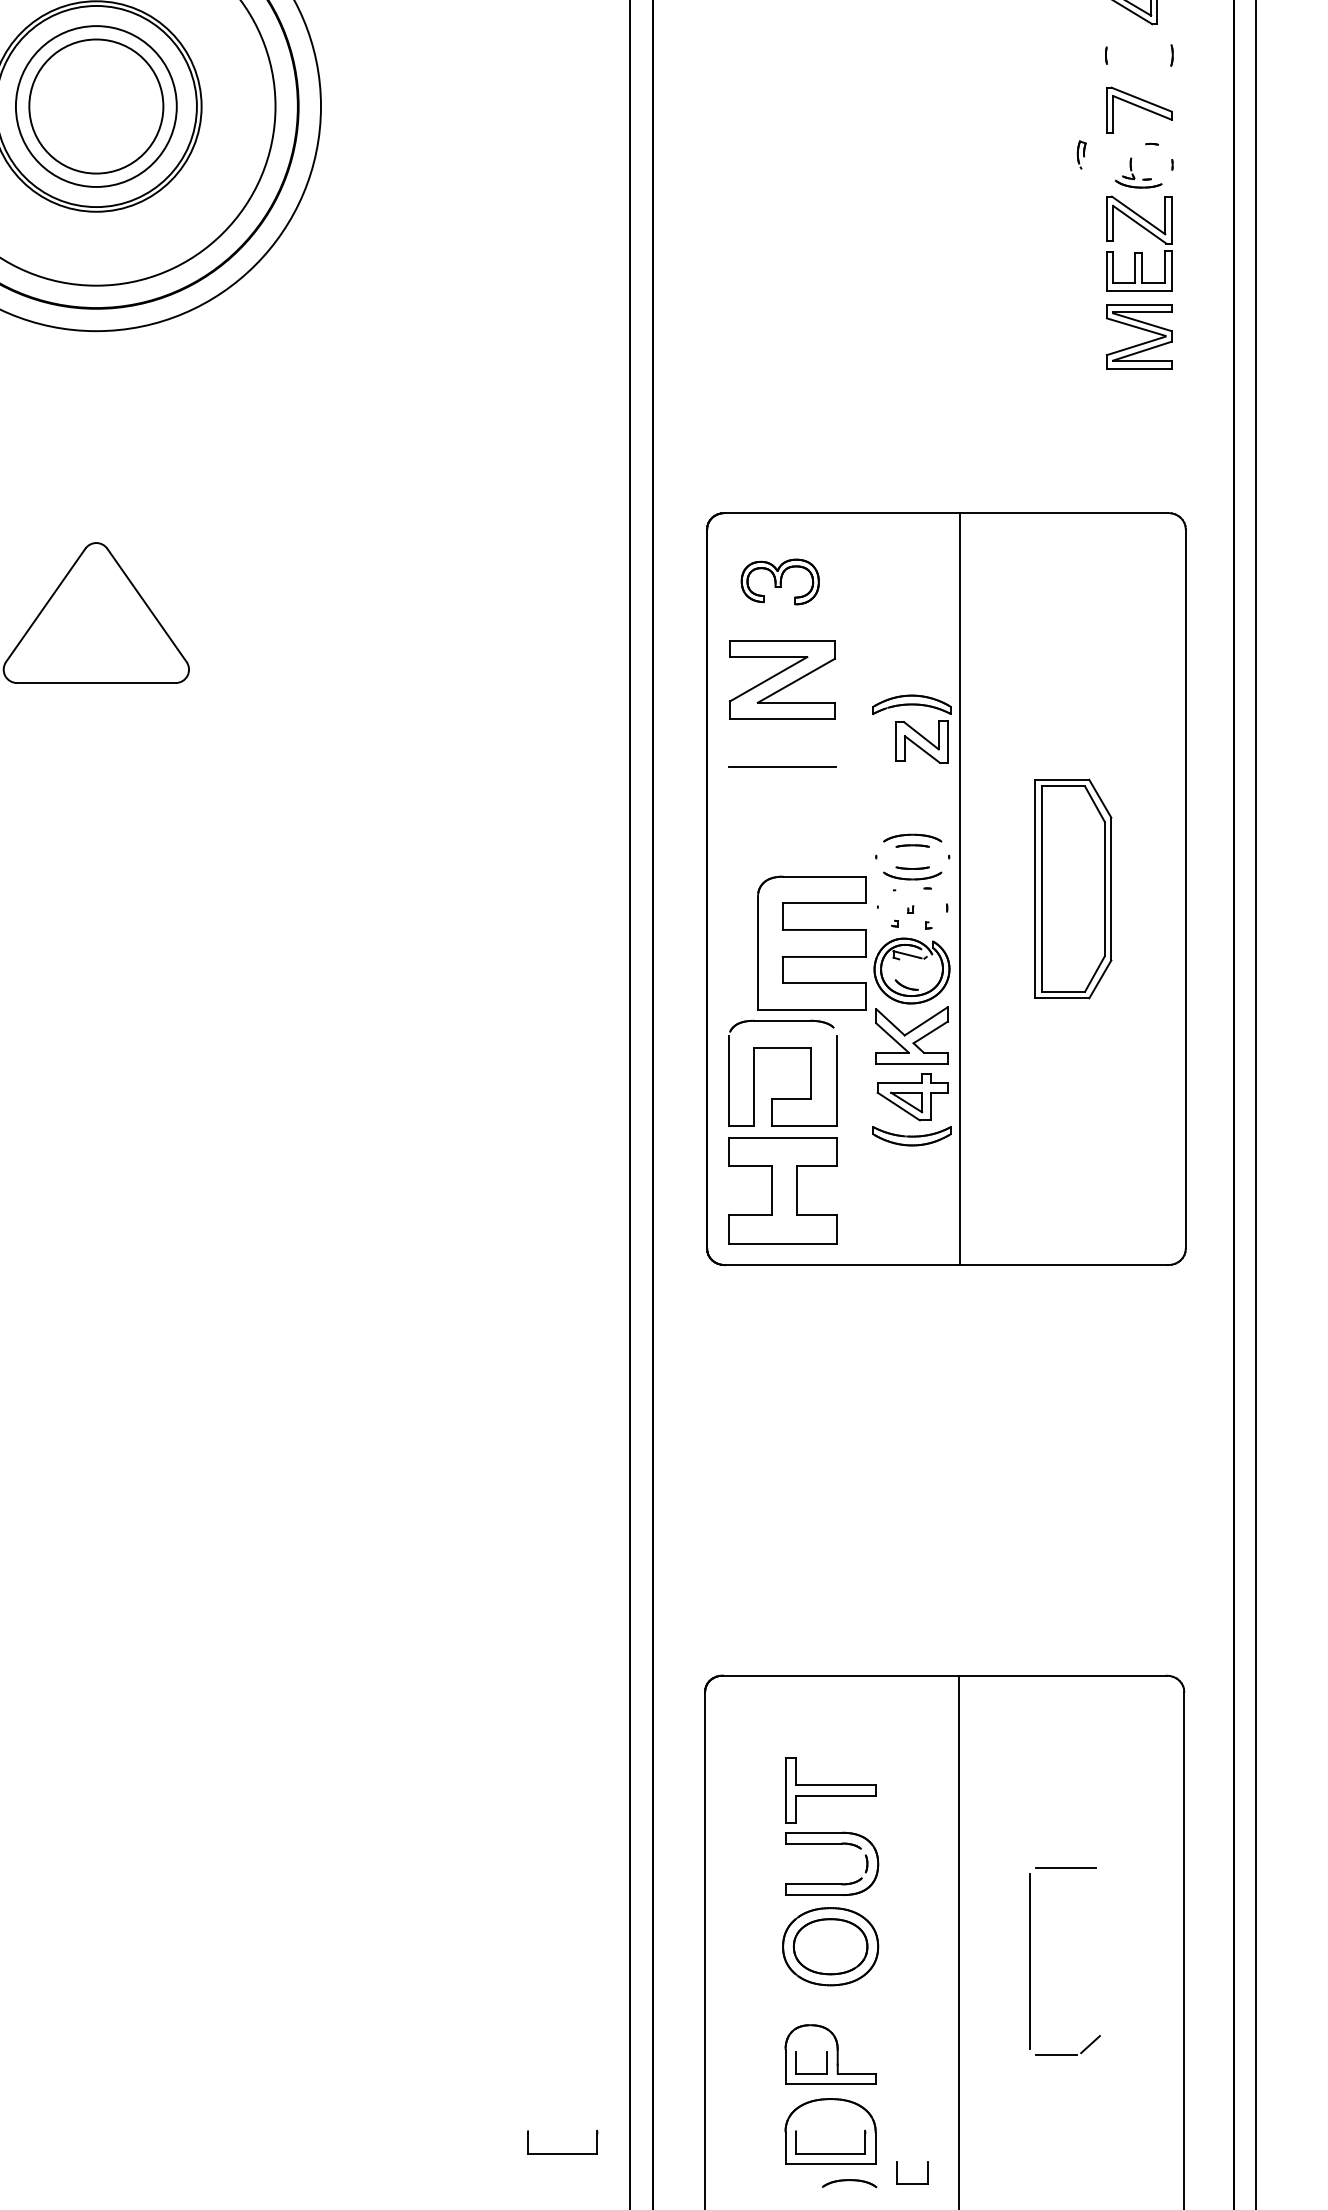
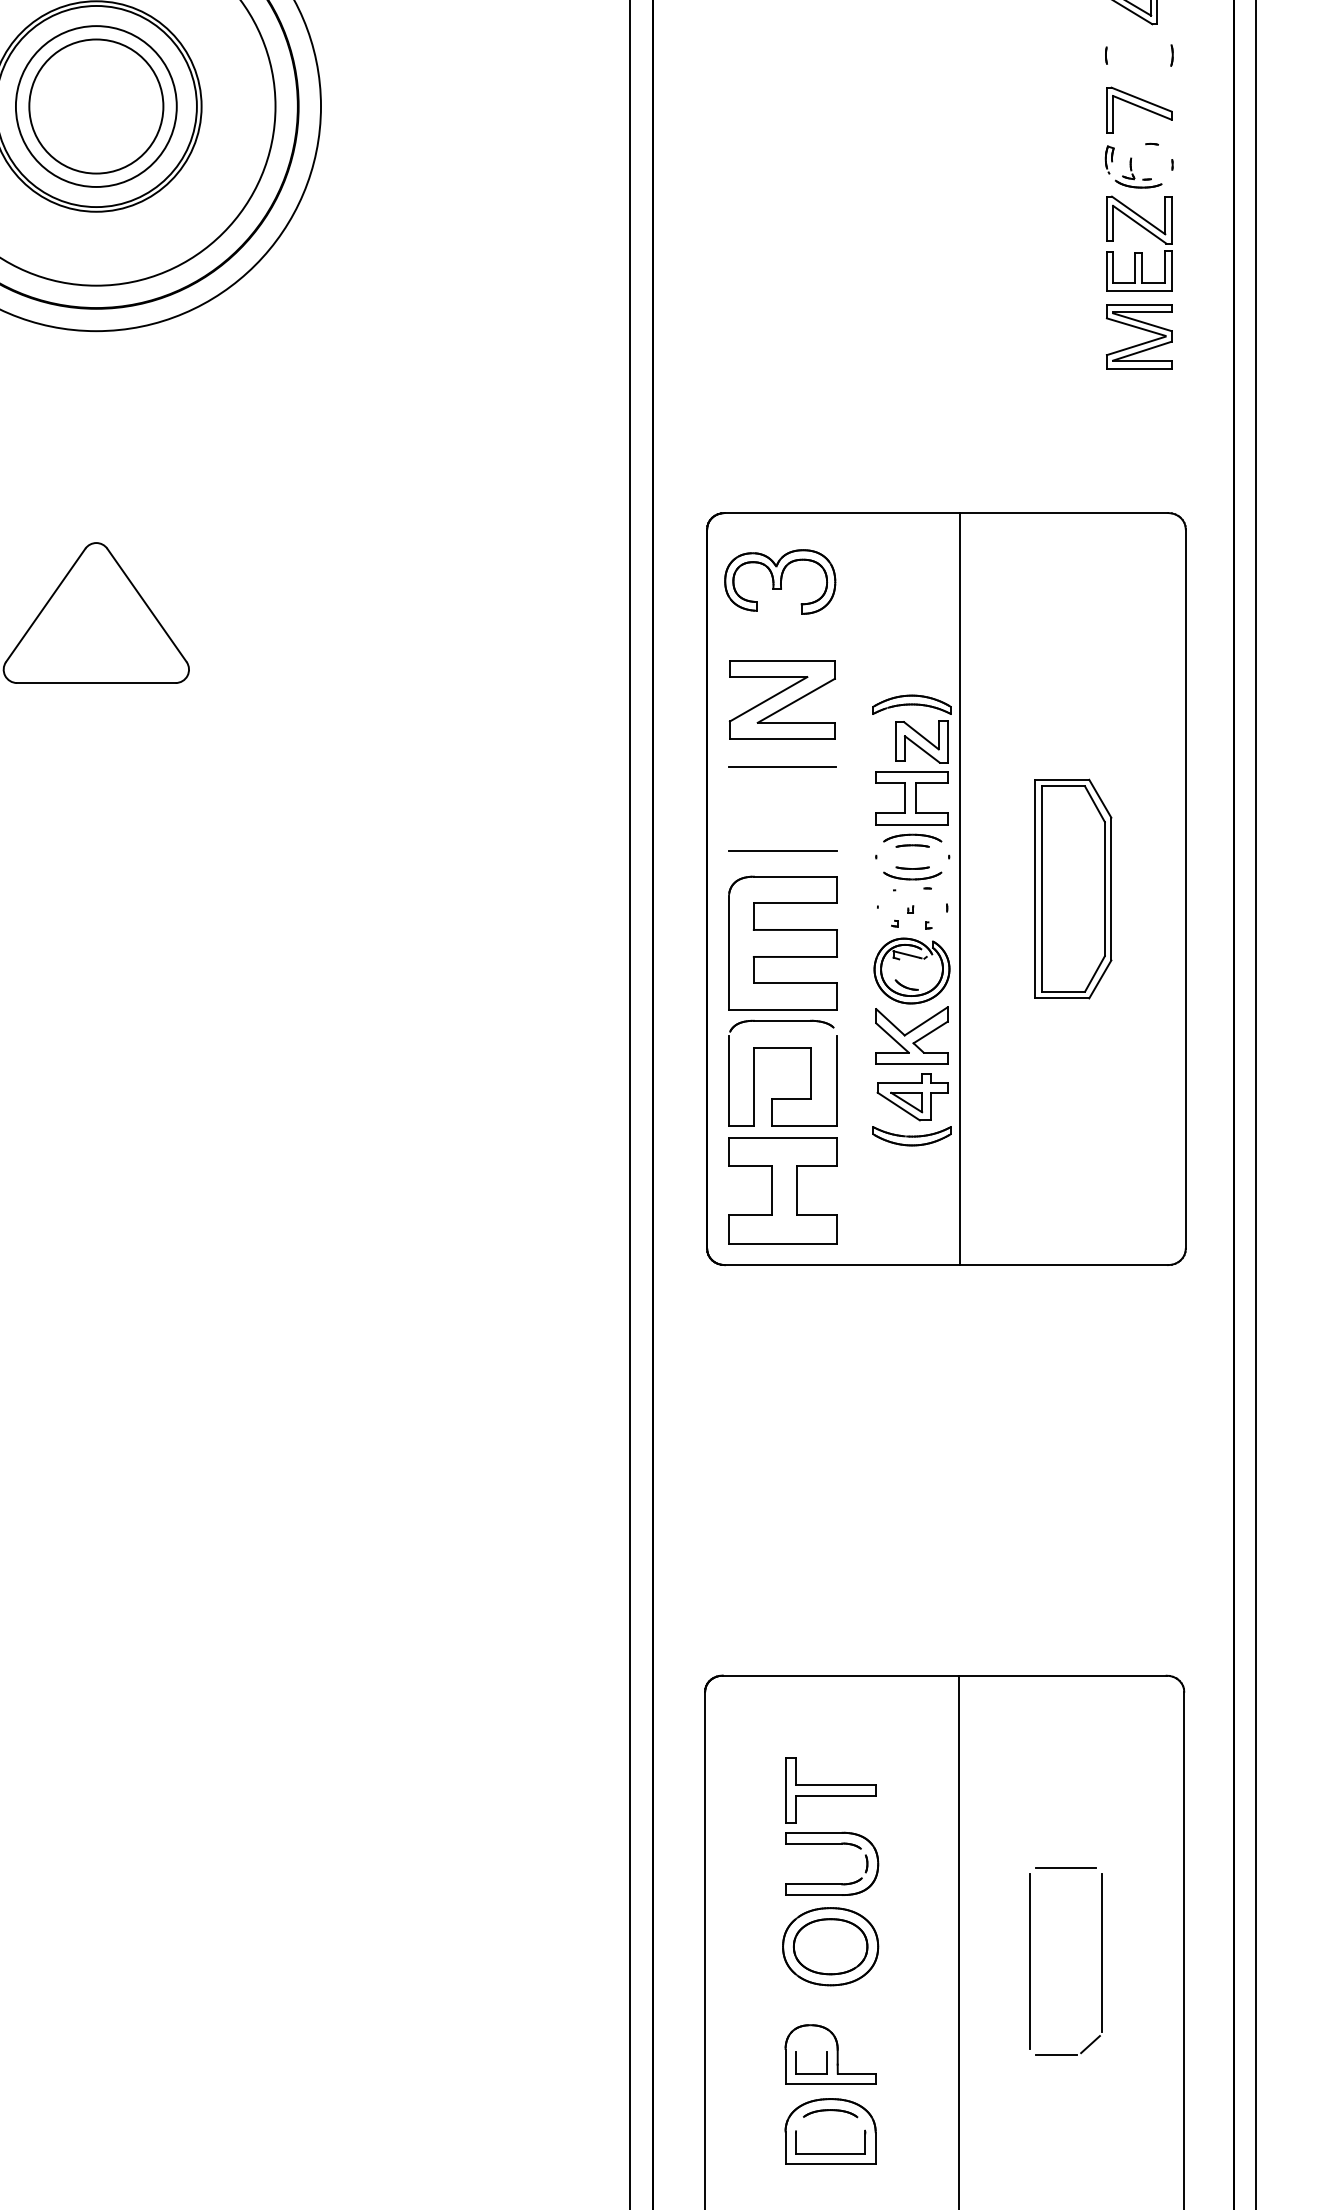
part at (1081, 154) position: (1081, 154) -> (1109, 159)
part at (779, 581) size: 80x48 px -> 113x66 px
part at (782, 679) position: (782, 679) -> (782, 699)
part at (911, 798): none -> present
line at (782, 850): none -> present
part at (811, 942) position: (811, 942) -> (782, 942)
line at (1101, 1952): none -> present
part at (562, 2153): present -> none
part at (849, 2183) position: (849, 2183) -> (830, 2113)
part at (912, 2183): present -> none
